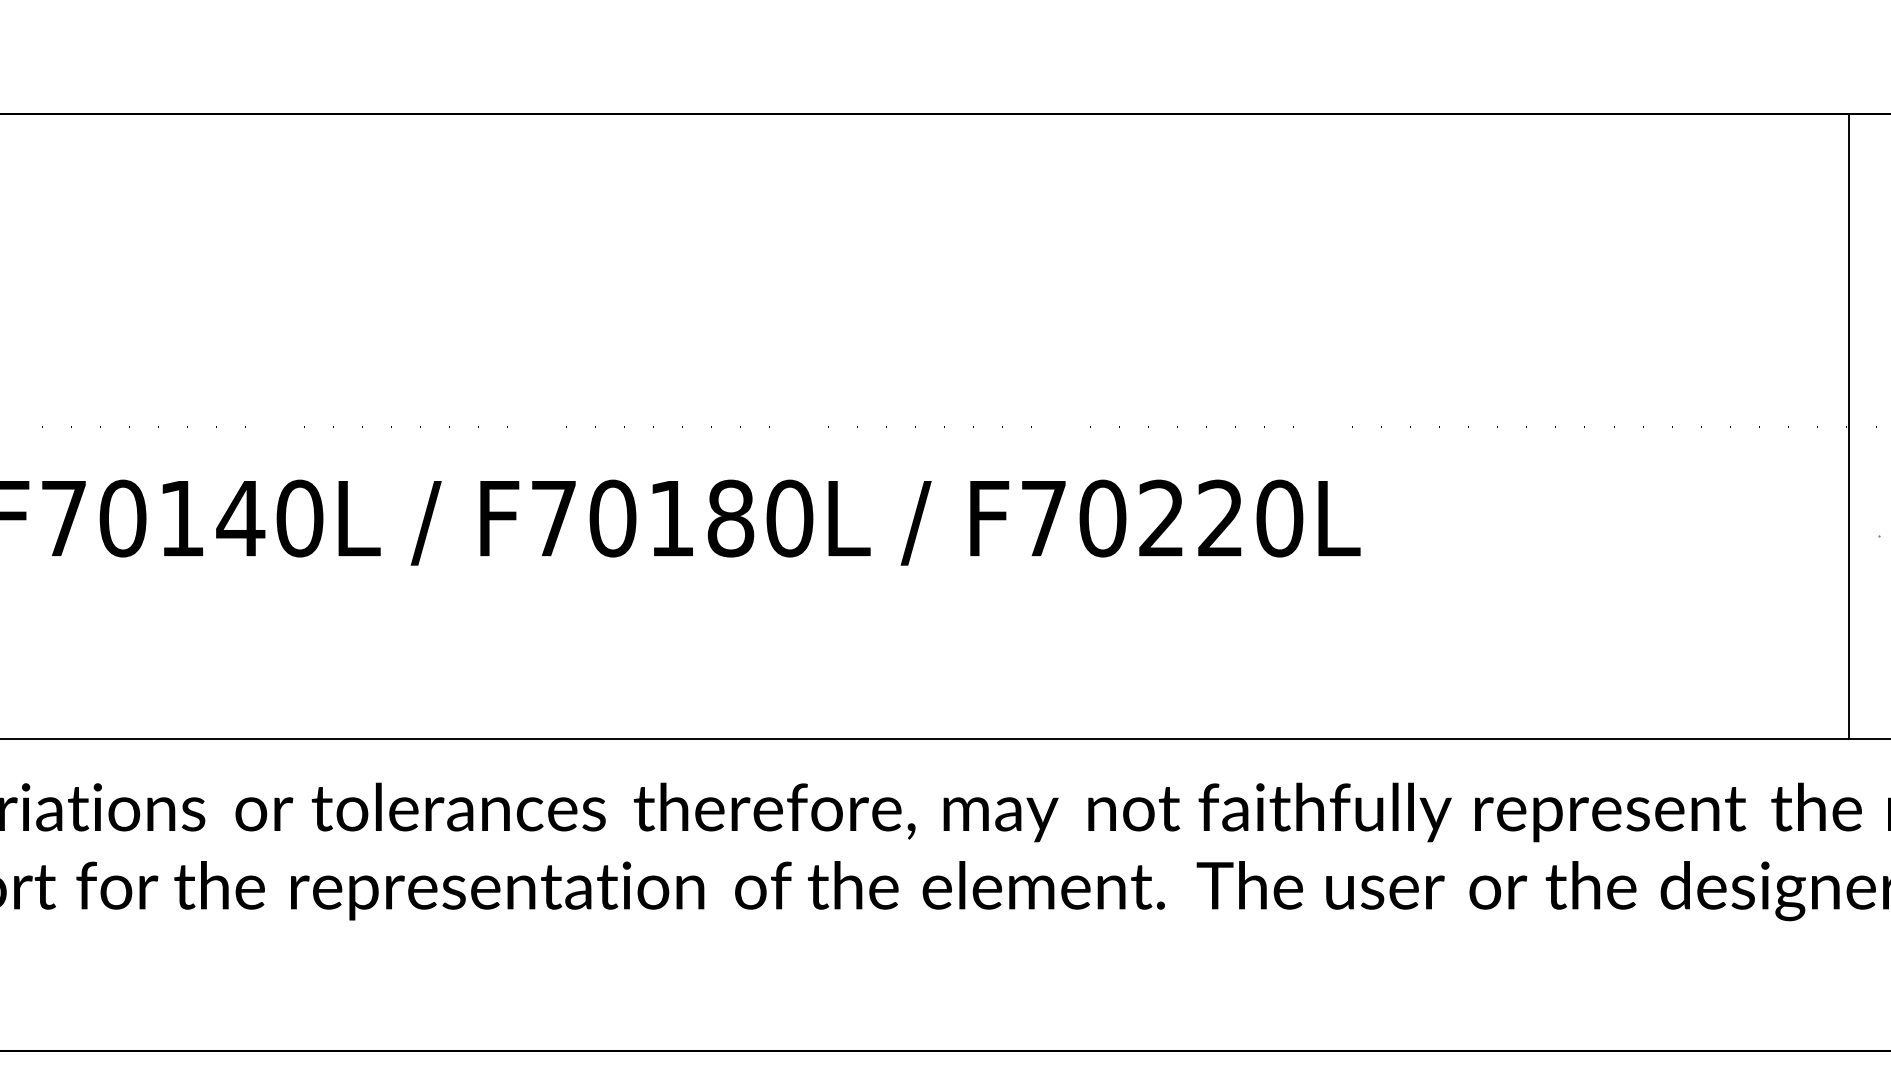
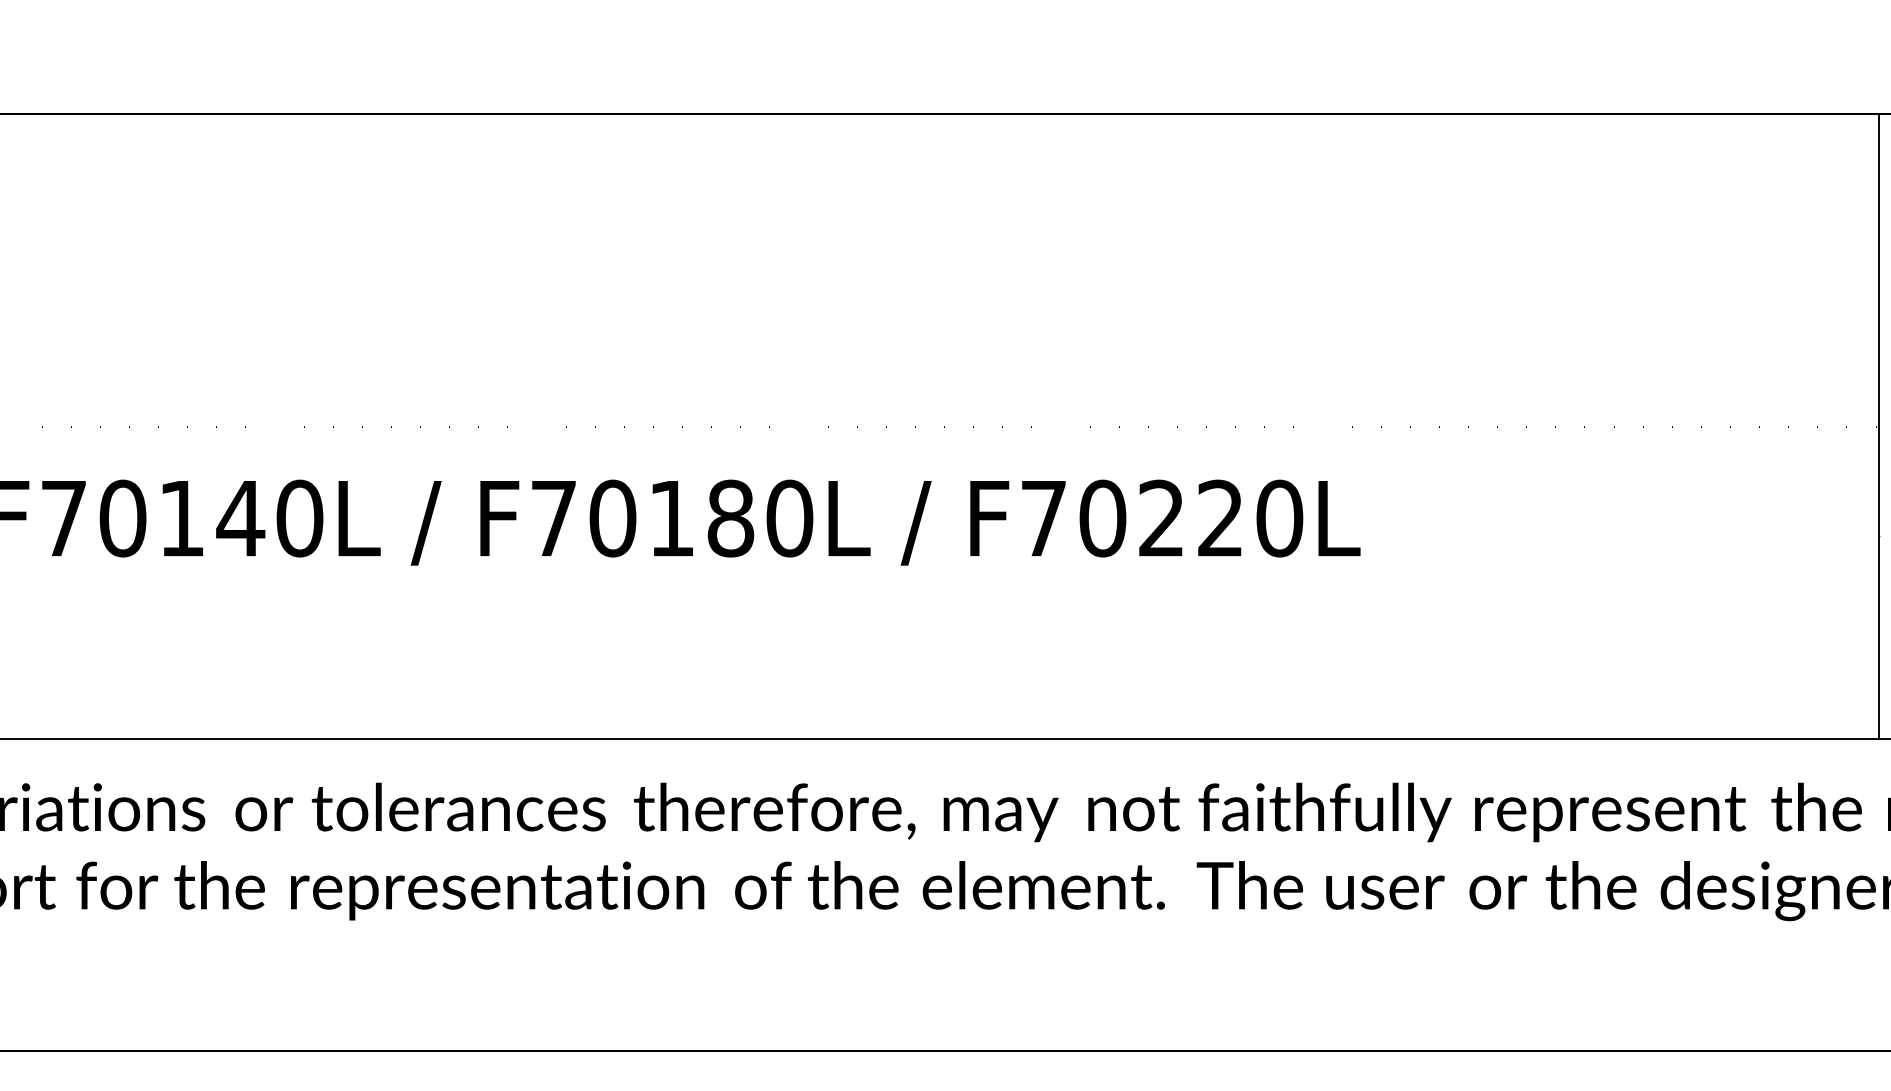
line at (1849, 426) position: (1849, 426) -> (1879, 426)
